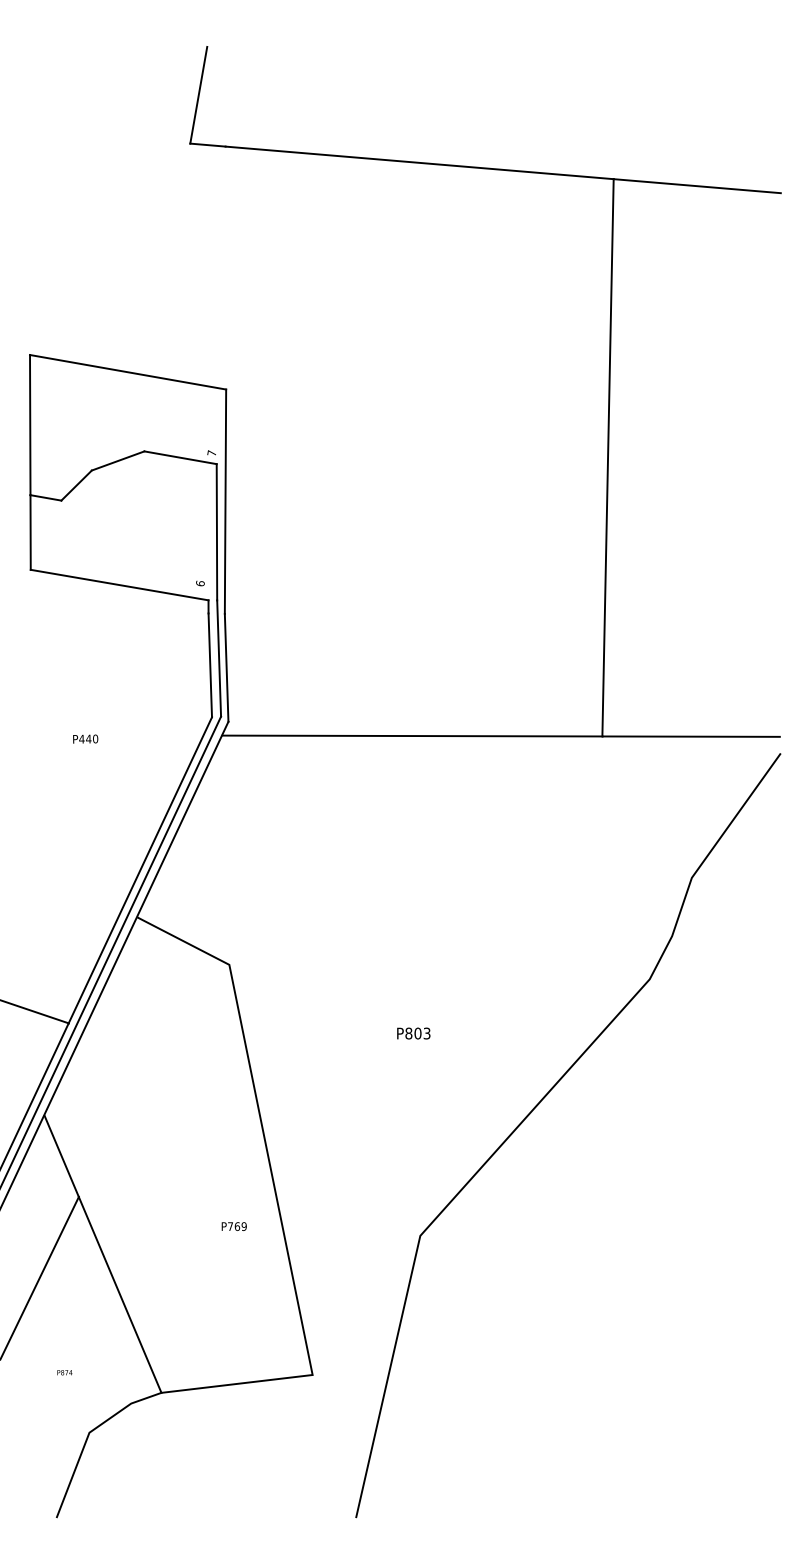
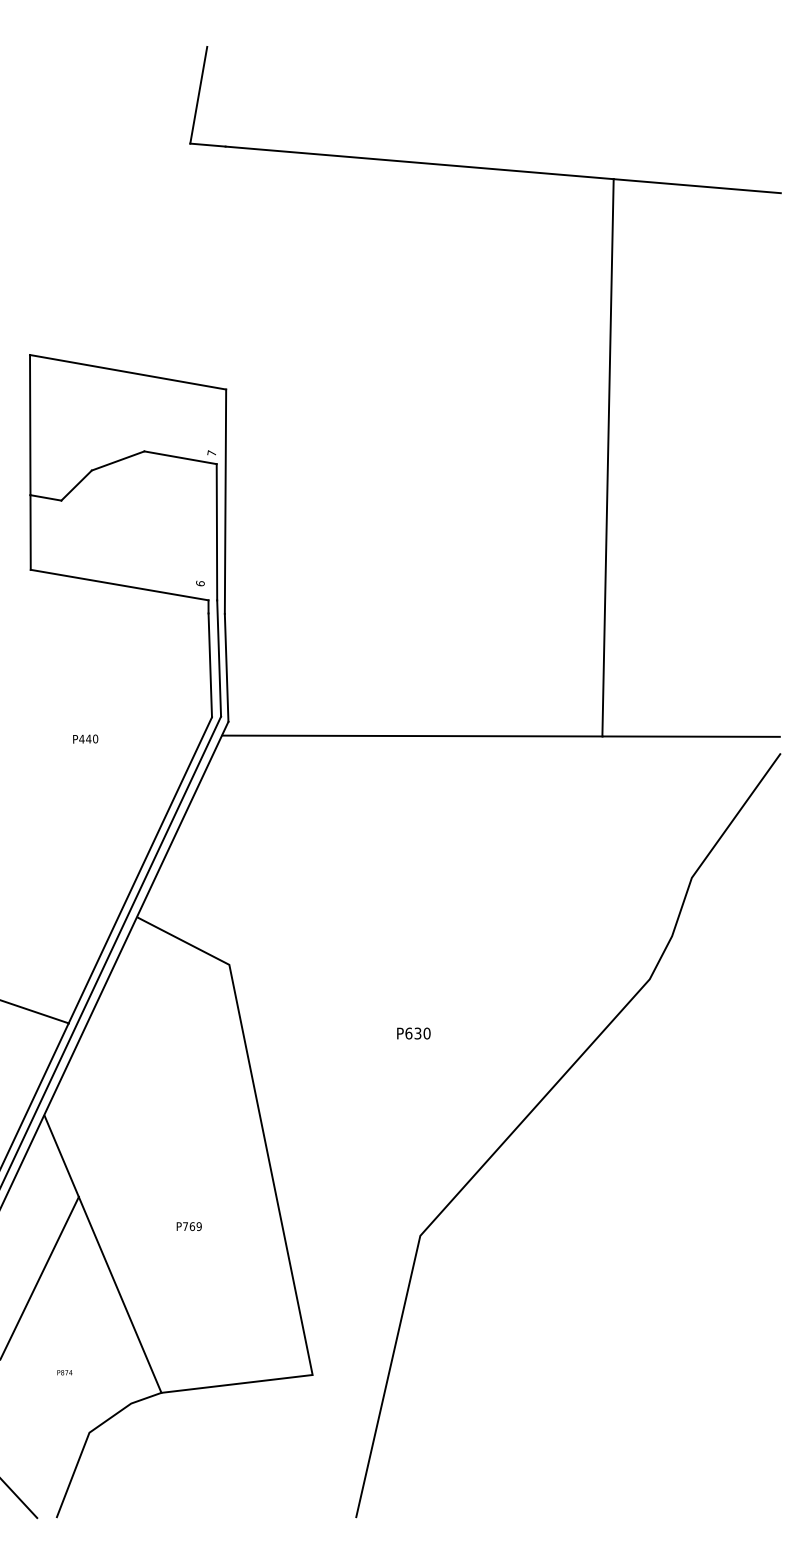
text at (417, 1033): P803 -> P630
text at (233, 1226) position: (233, 1226) -> (188, 1226)
line at (19, 1499): none -> present
